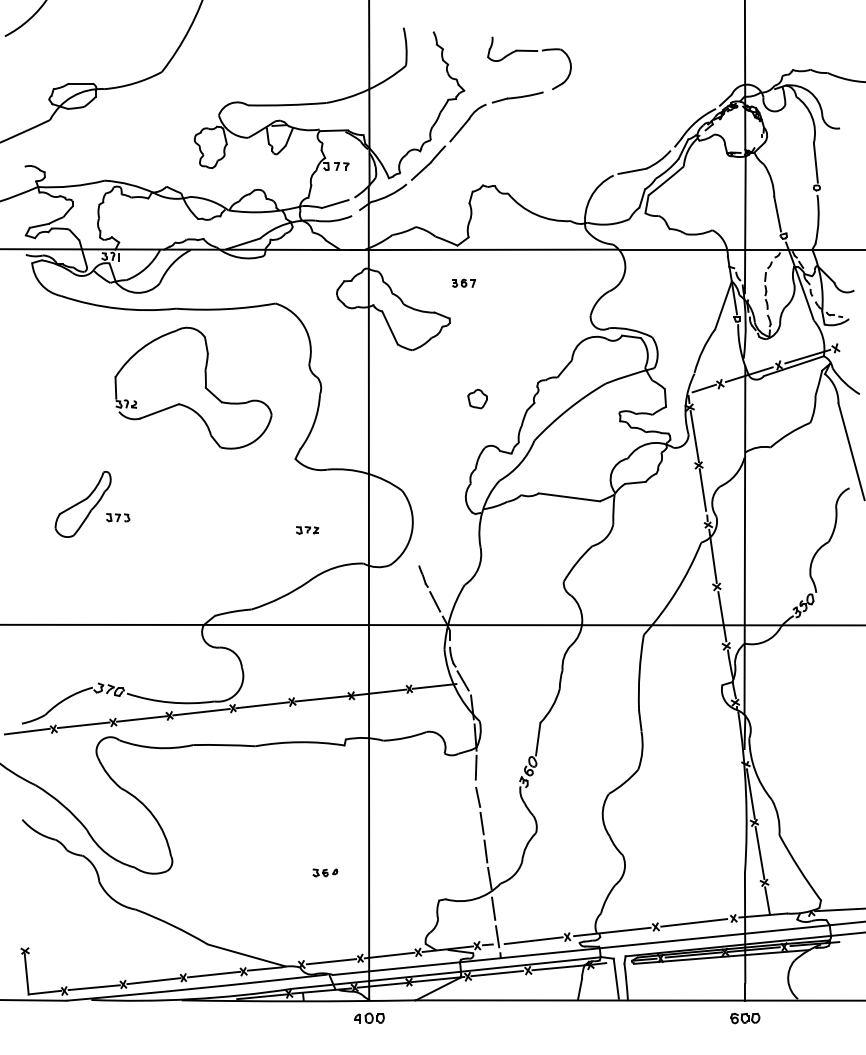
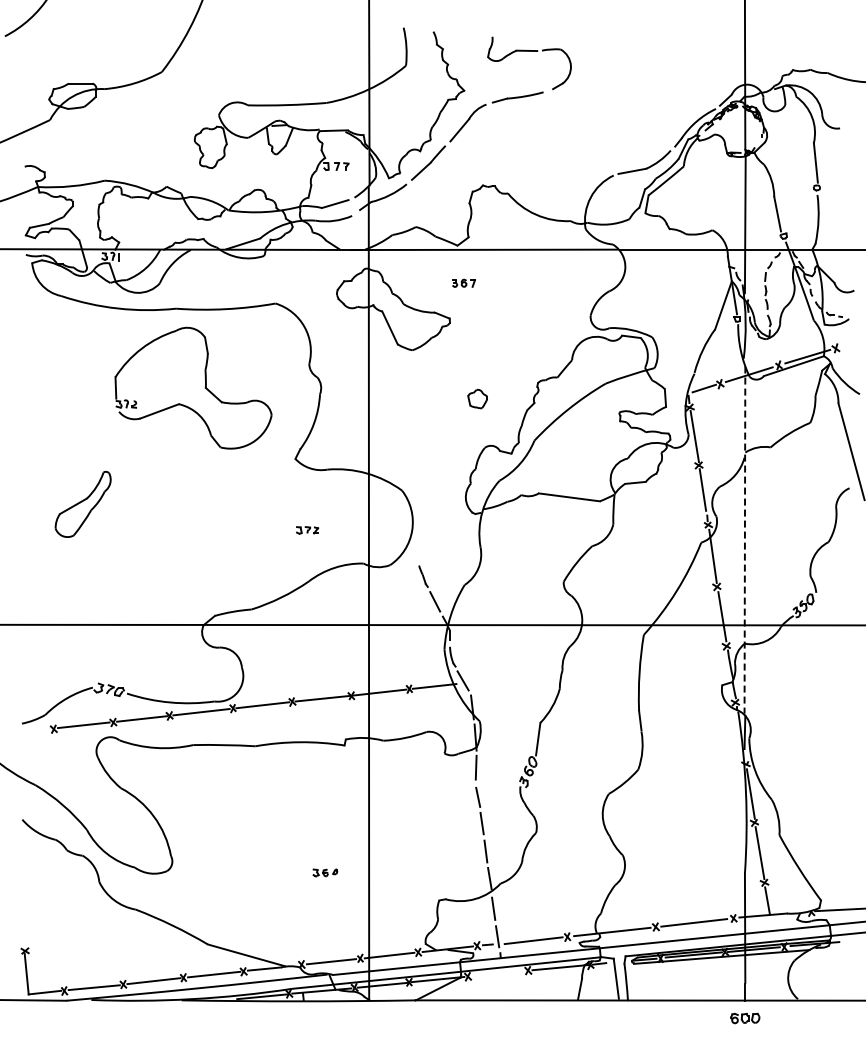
part at (118, 517): present -> none
line at (744, 540): solid -> dashed
line at (26, 731): present -> none
line at (496, 973): present -> none
part at (369, 1017): present -> none
